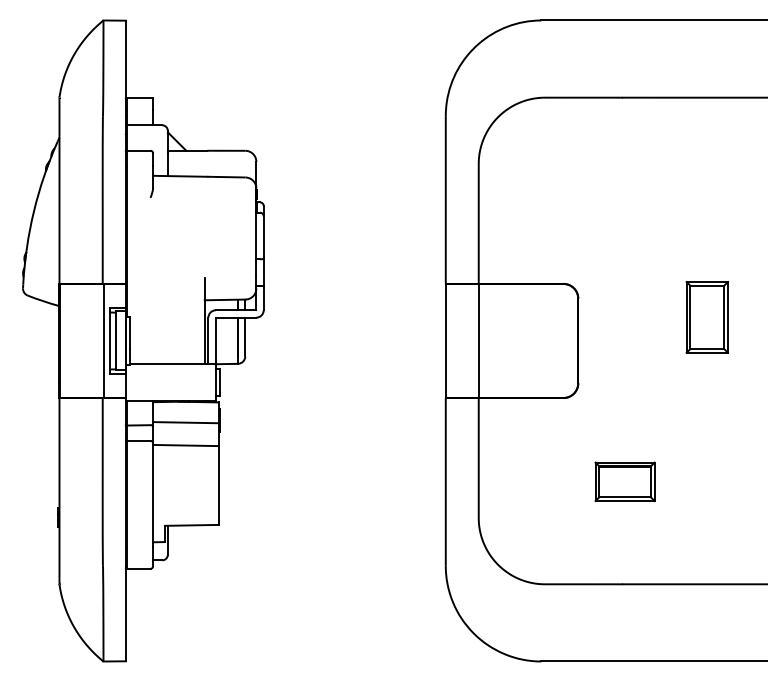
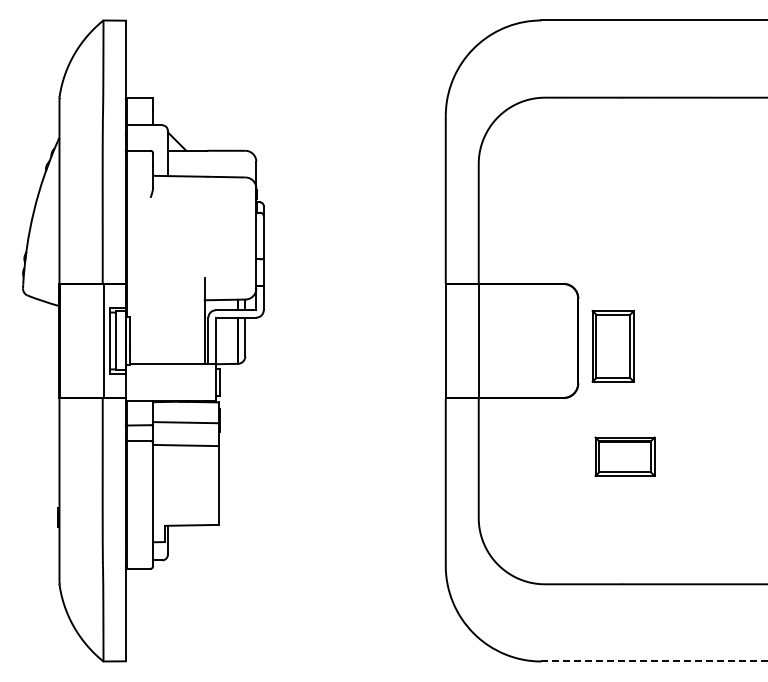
part at (706, 316) position: (706, 316) -> (612, 345)
part at (624, 481) position: (624, 481) -> (624, 456)
line at (655, 661): solid -> dashed
